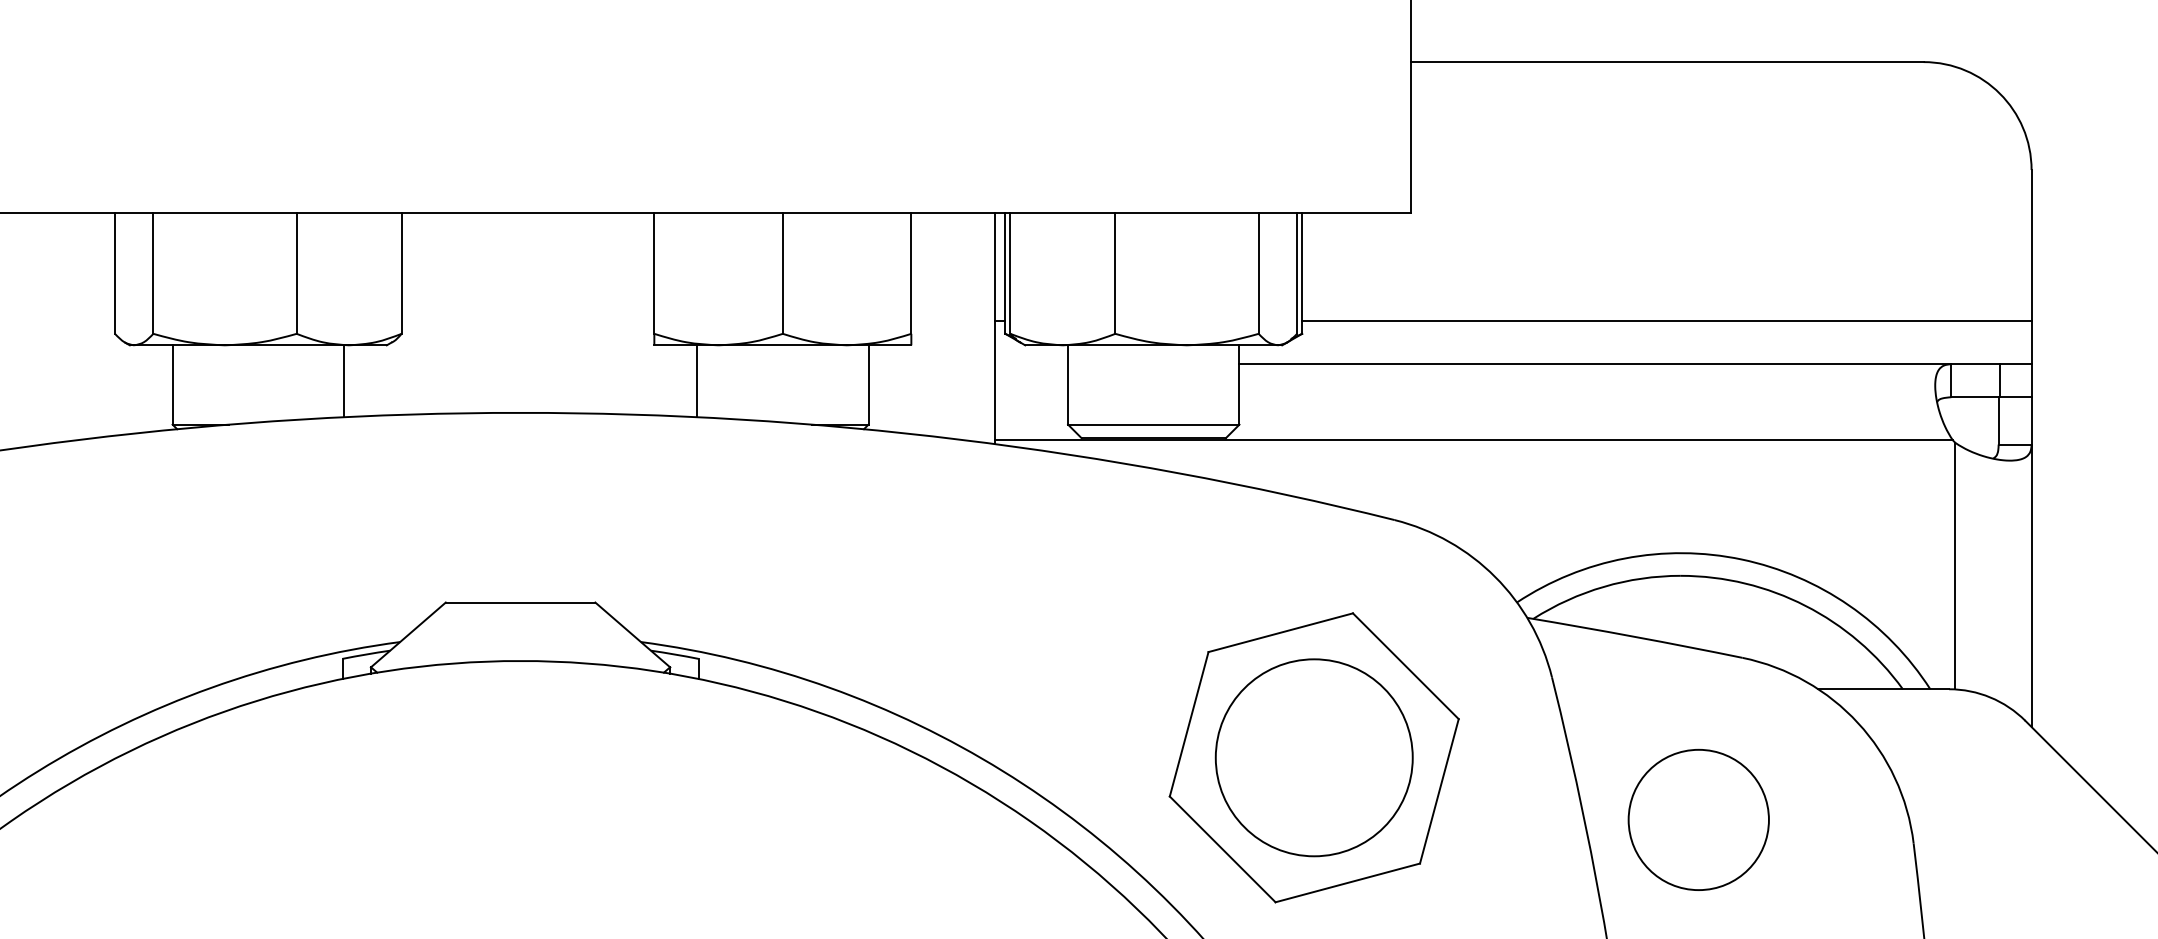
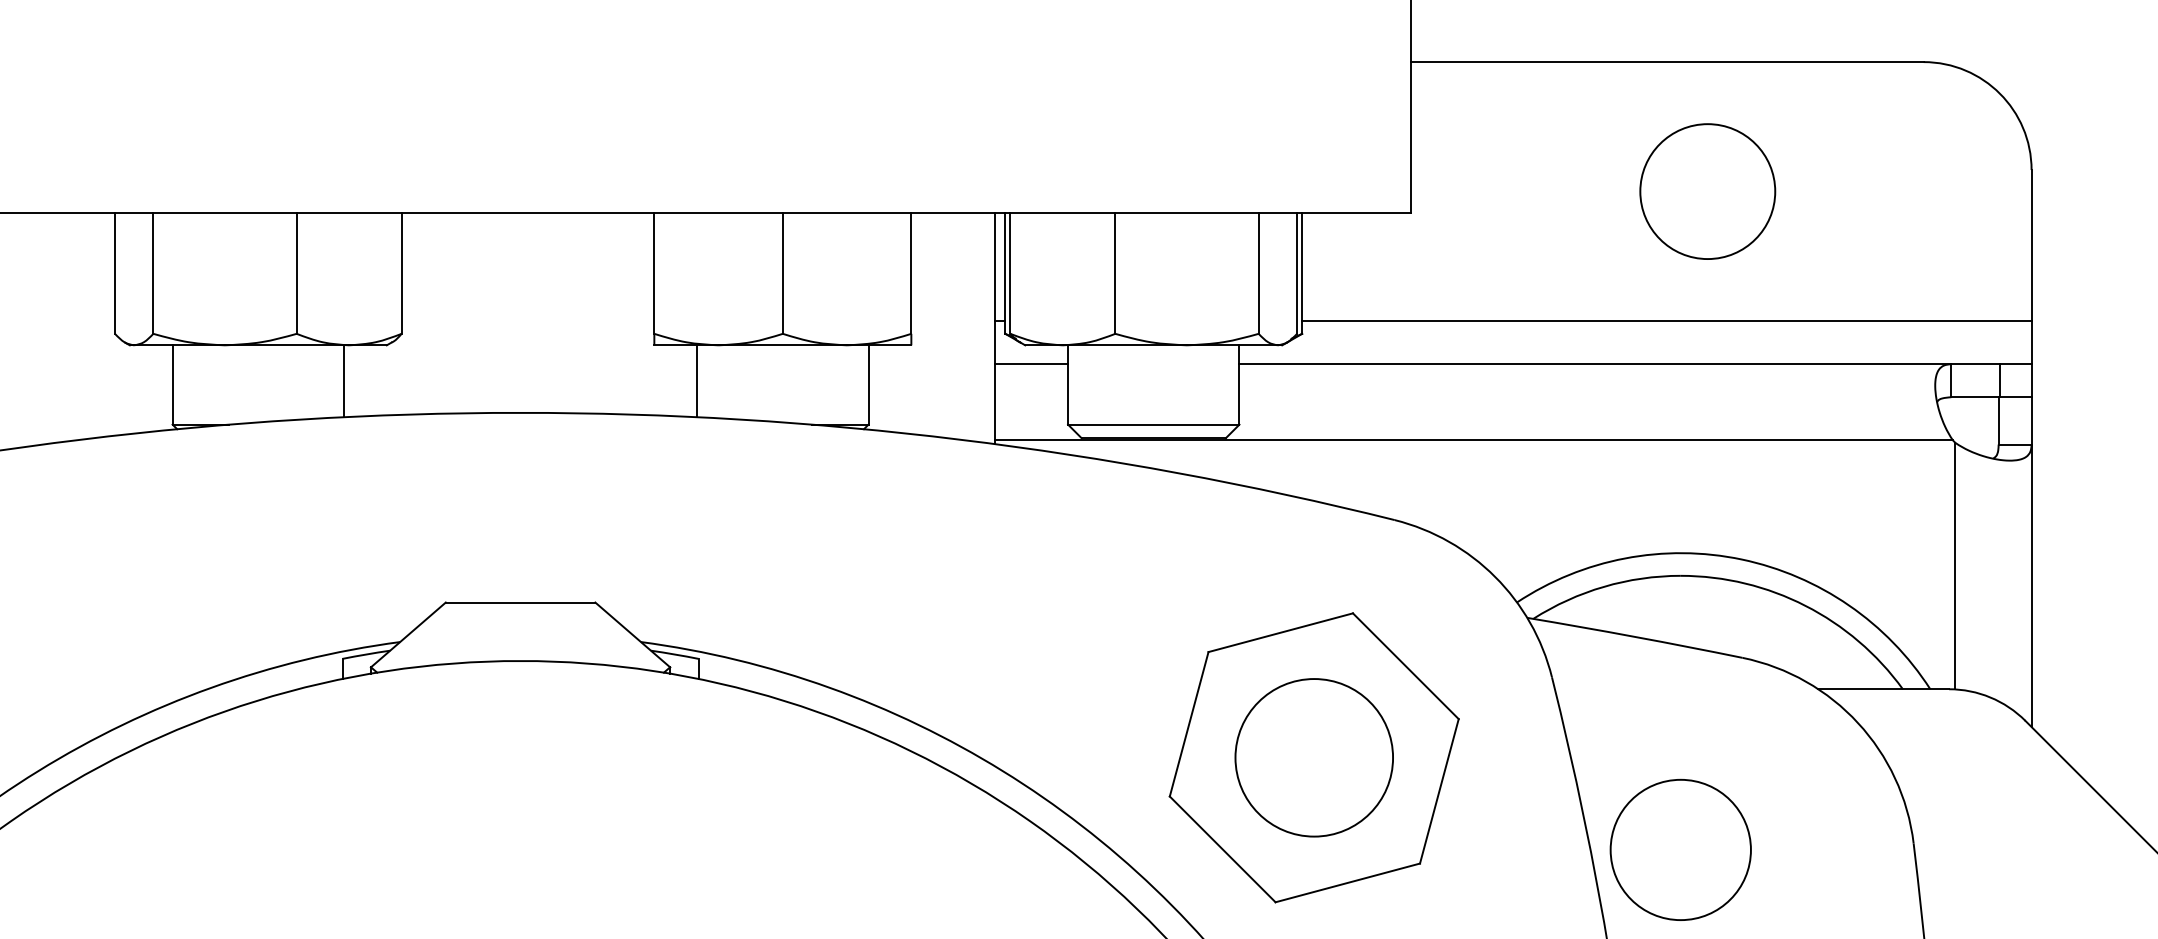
circle at (1707, 191): none -> present
line at (1031, 364): none -> present
circle at (1313, 757) diameter: 197 px -> 158 px
circle at (1698, 819) position: (1698, 819) -> (1680, 849)
